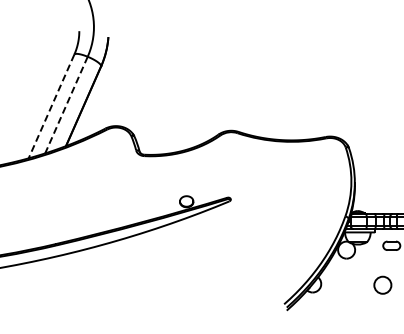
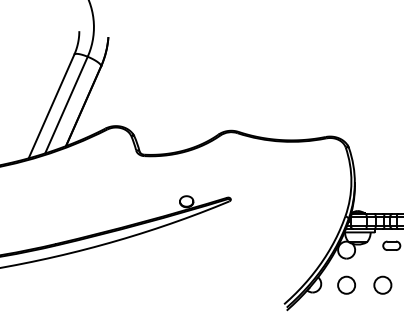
line at (66, 105): dashed -> solid
line at (51, 106): dashed -> solid
circle at (346, 284): none -> present
